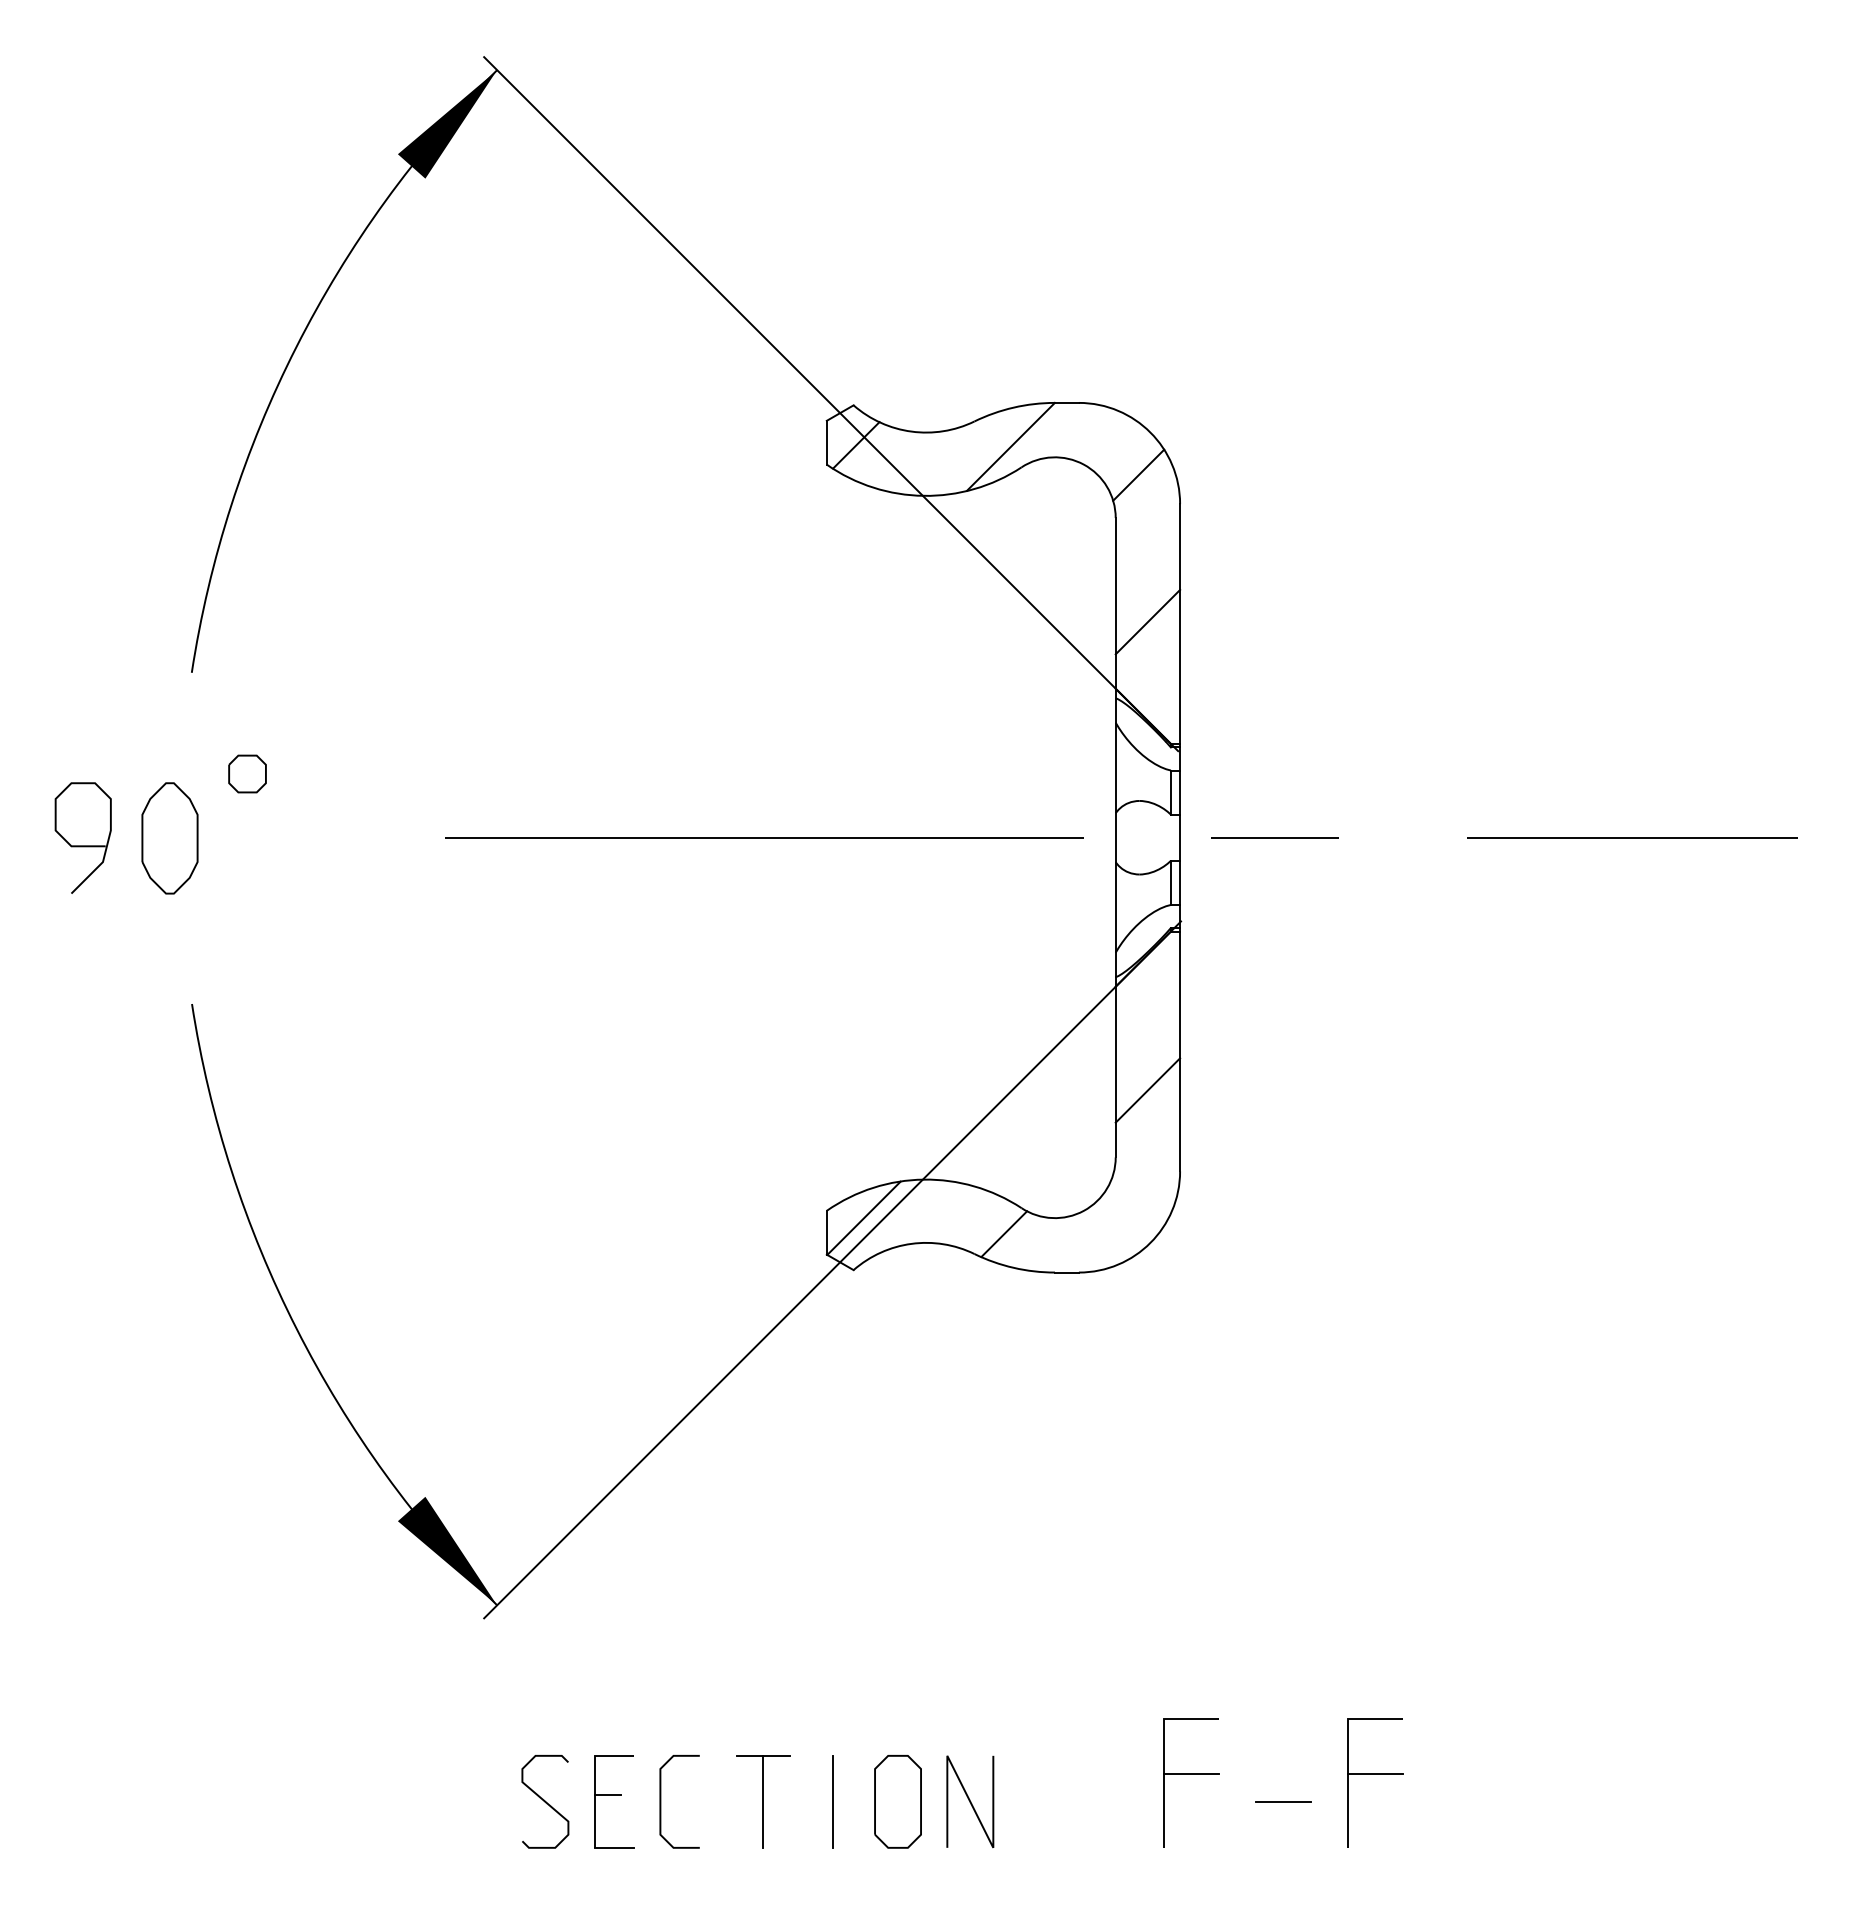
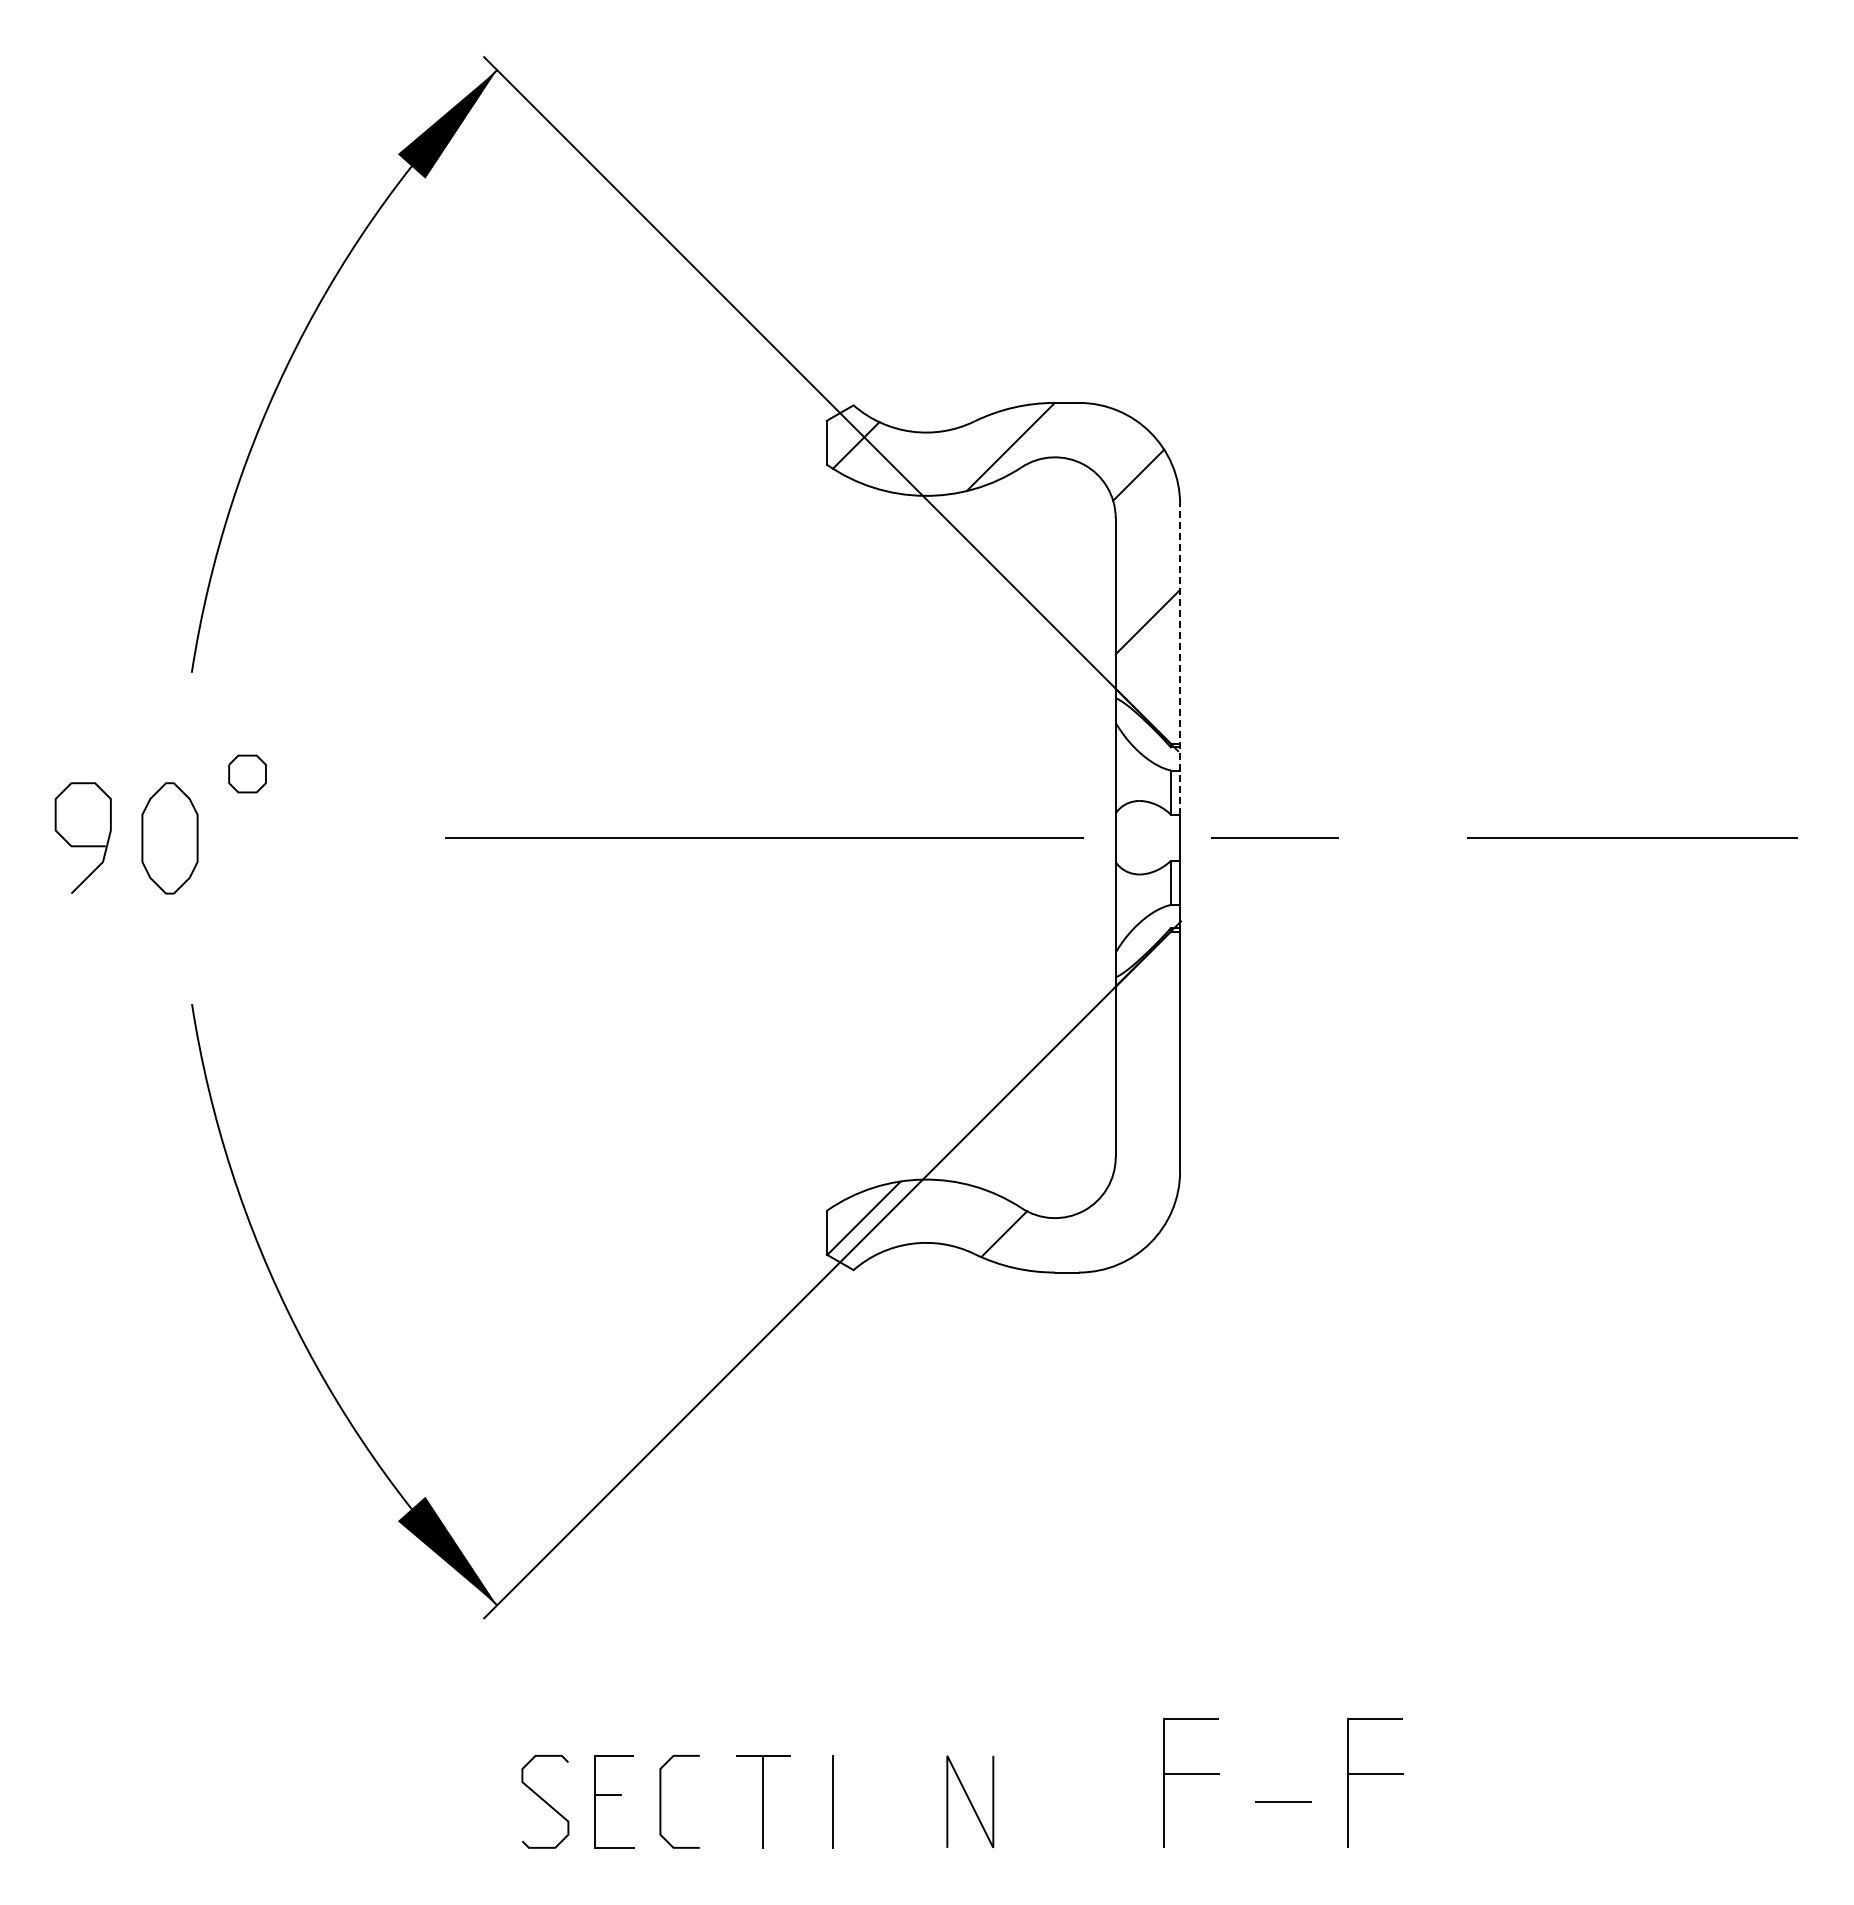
line at (1180, 658): solid -> dashed
line at (1147, 1090): present -> none
part at (897, 1801): present -> none
